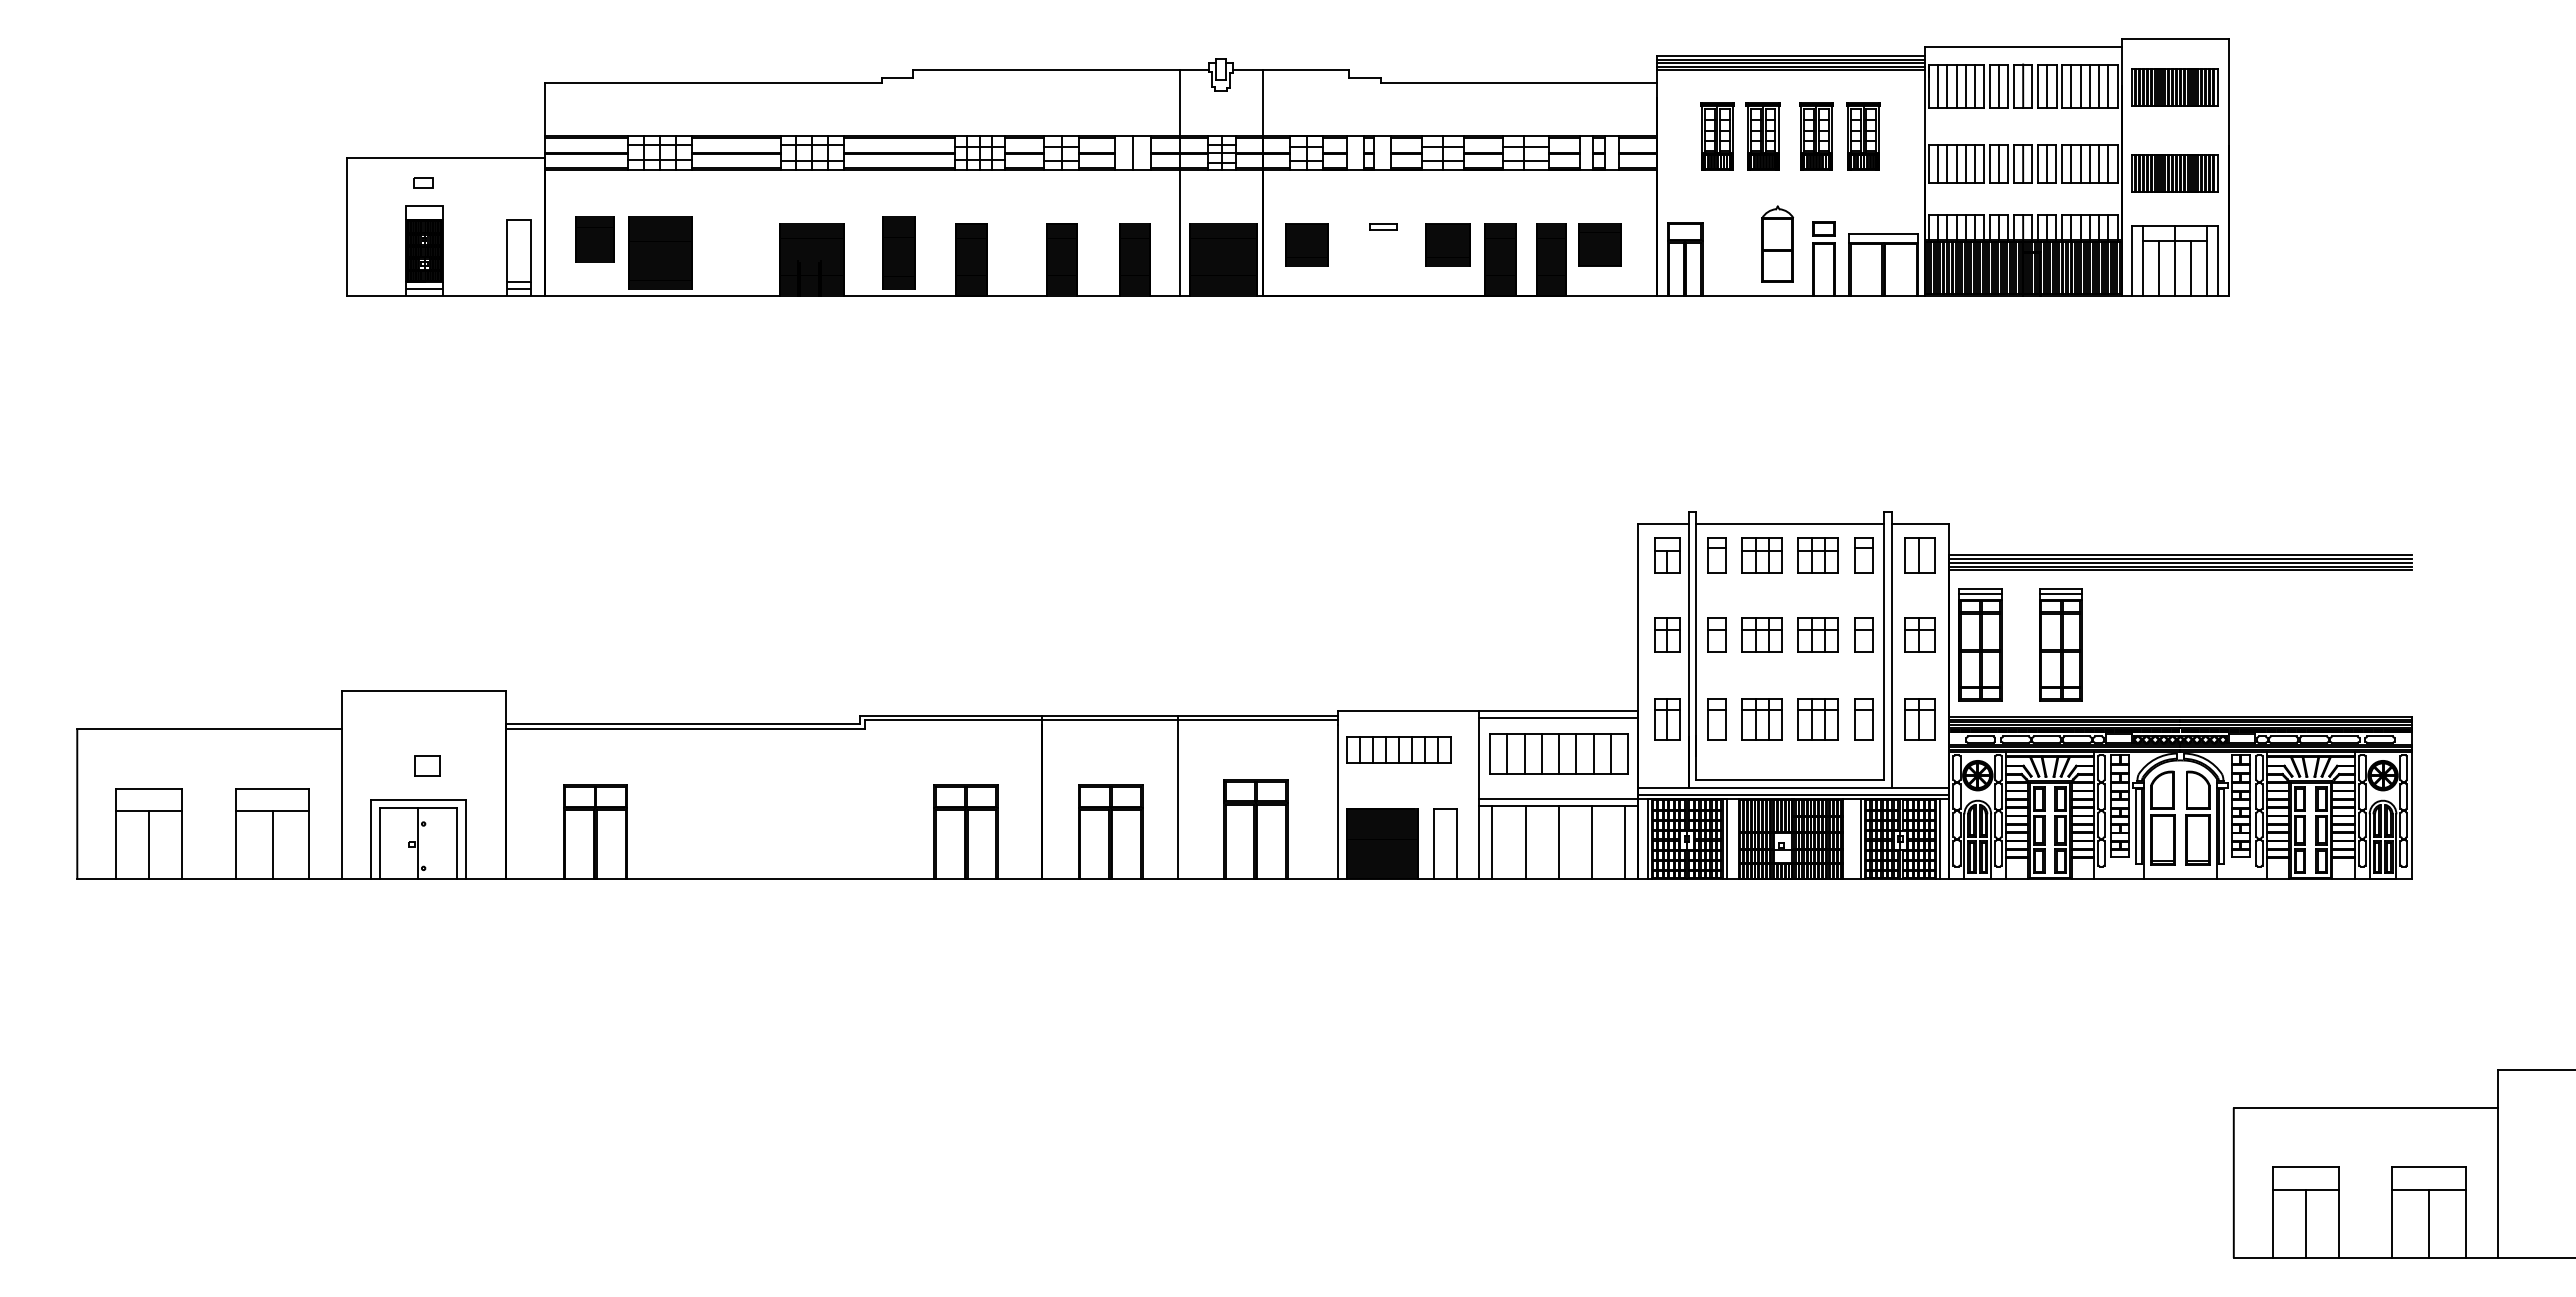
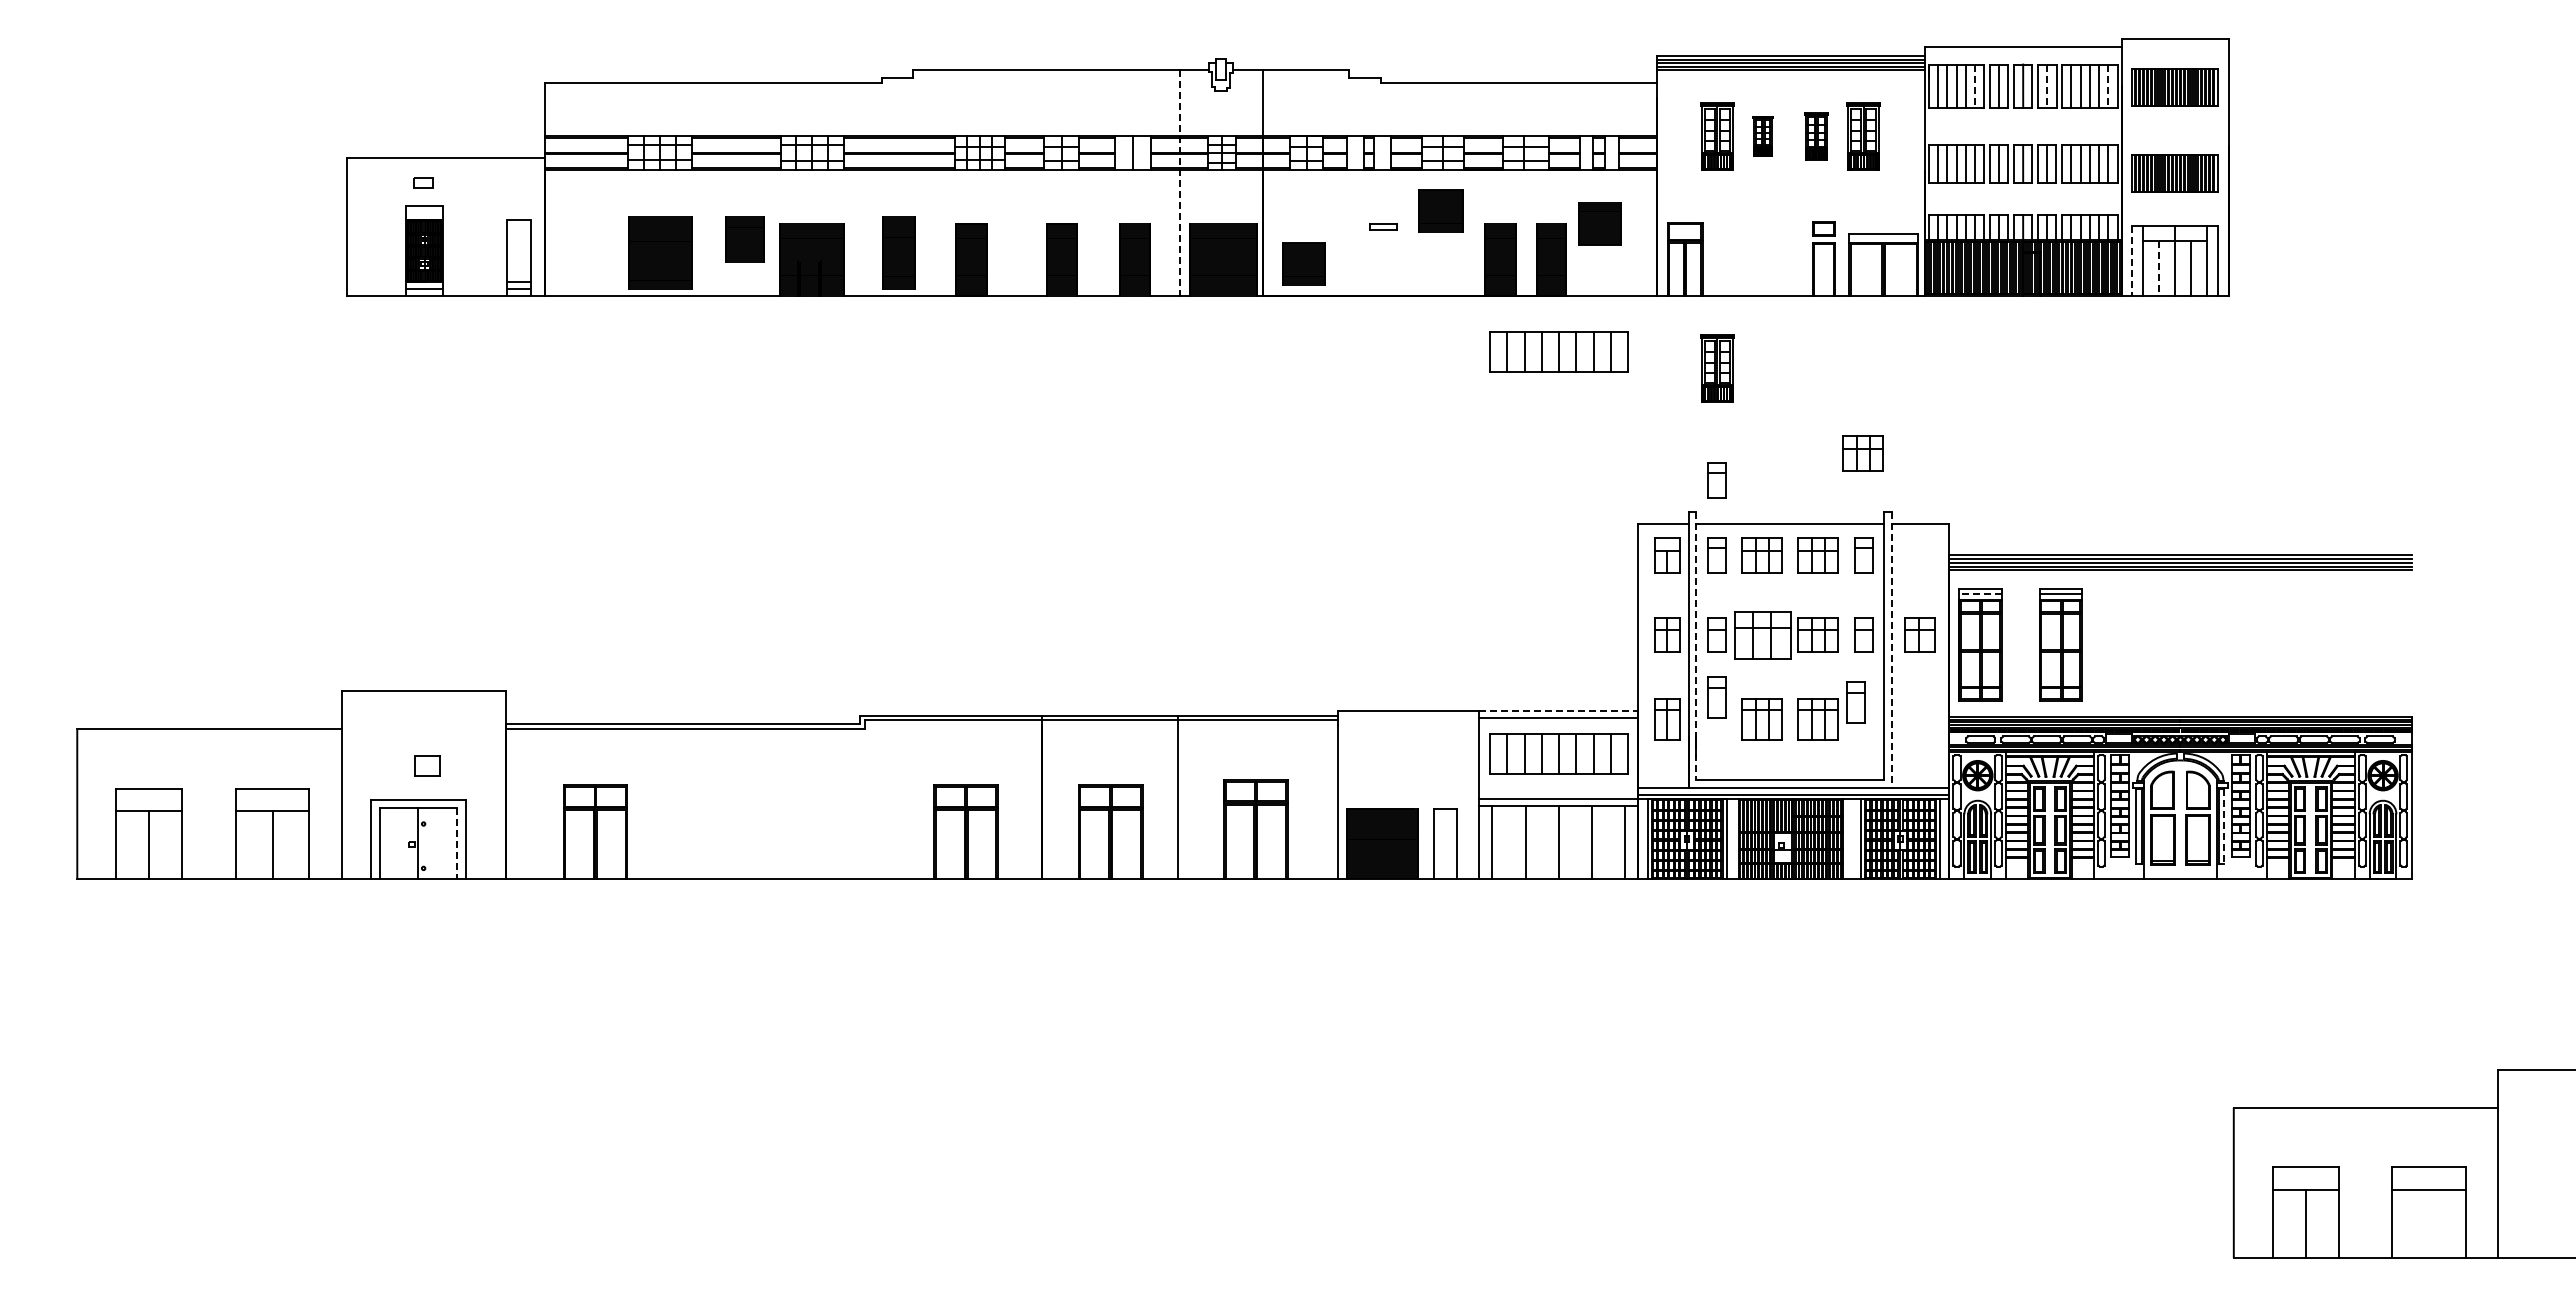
line at (1975, 86): solid -> dashed
line at (2047, 86): solid -> dashed
line at (2108, 86): solid -> dashed
part at (1762, 136) size: 36x69 px -> 22x41 px
part at (1816, 136) size: 35x69 px -> 25x49 px
line at (1180, 183): solid -> dashed
part at (594, 239) position: (594, 239) -> (744, 239)
part at (1777, 243): present -> none
part at (1306, 244) position: (1306, 244) -> (1303, 263)
part at (1447, 244) position: (1447, 244) -> (1440, 210)
part at (1599, 244) position: (1599, 244) -> (1599, 223)
line at (2131, 261): solid -> dashed
line at (2158, 269): solid -> dashed
part at (1558, 351): none -> present
part at (1717, 368): none -> present
part at (1862, 453): none -> present
part at (1716, 480): none -> present
part at (1919, 555): present -> none
line at (1979, 594): solid -> dashed
part at (1761, 634) size: 42x36 px -> 58x49 px
line at (1696, 645): solid -> dashed
line at (1892, 649): solid -> dashed
line at (1558, 710): solid -> dashed
part at (1716, 719) position: (1716, 719) -> (1716, 697)
part at (1863, 719) position: (1863, 719) -> (1855, 702)
part at (1919, 719): present -> none
part at (1398, 749): present -> none
line at (2224, 826): solid -> dashed
line at (456, 843): solid -> dashed
line at (2429, 1223): present -> none
